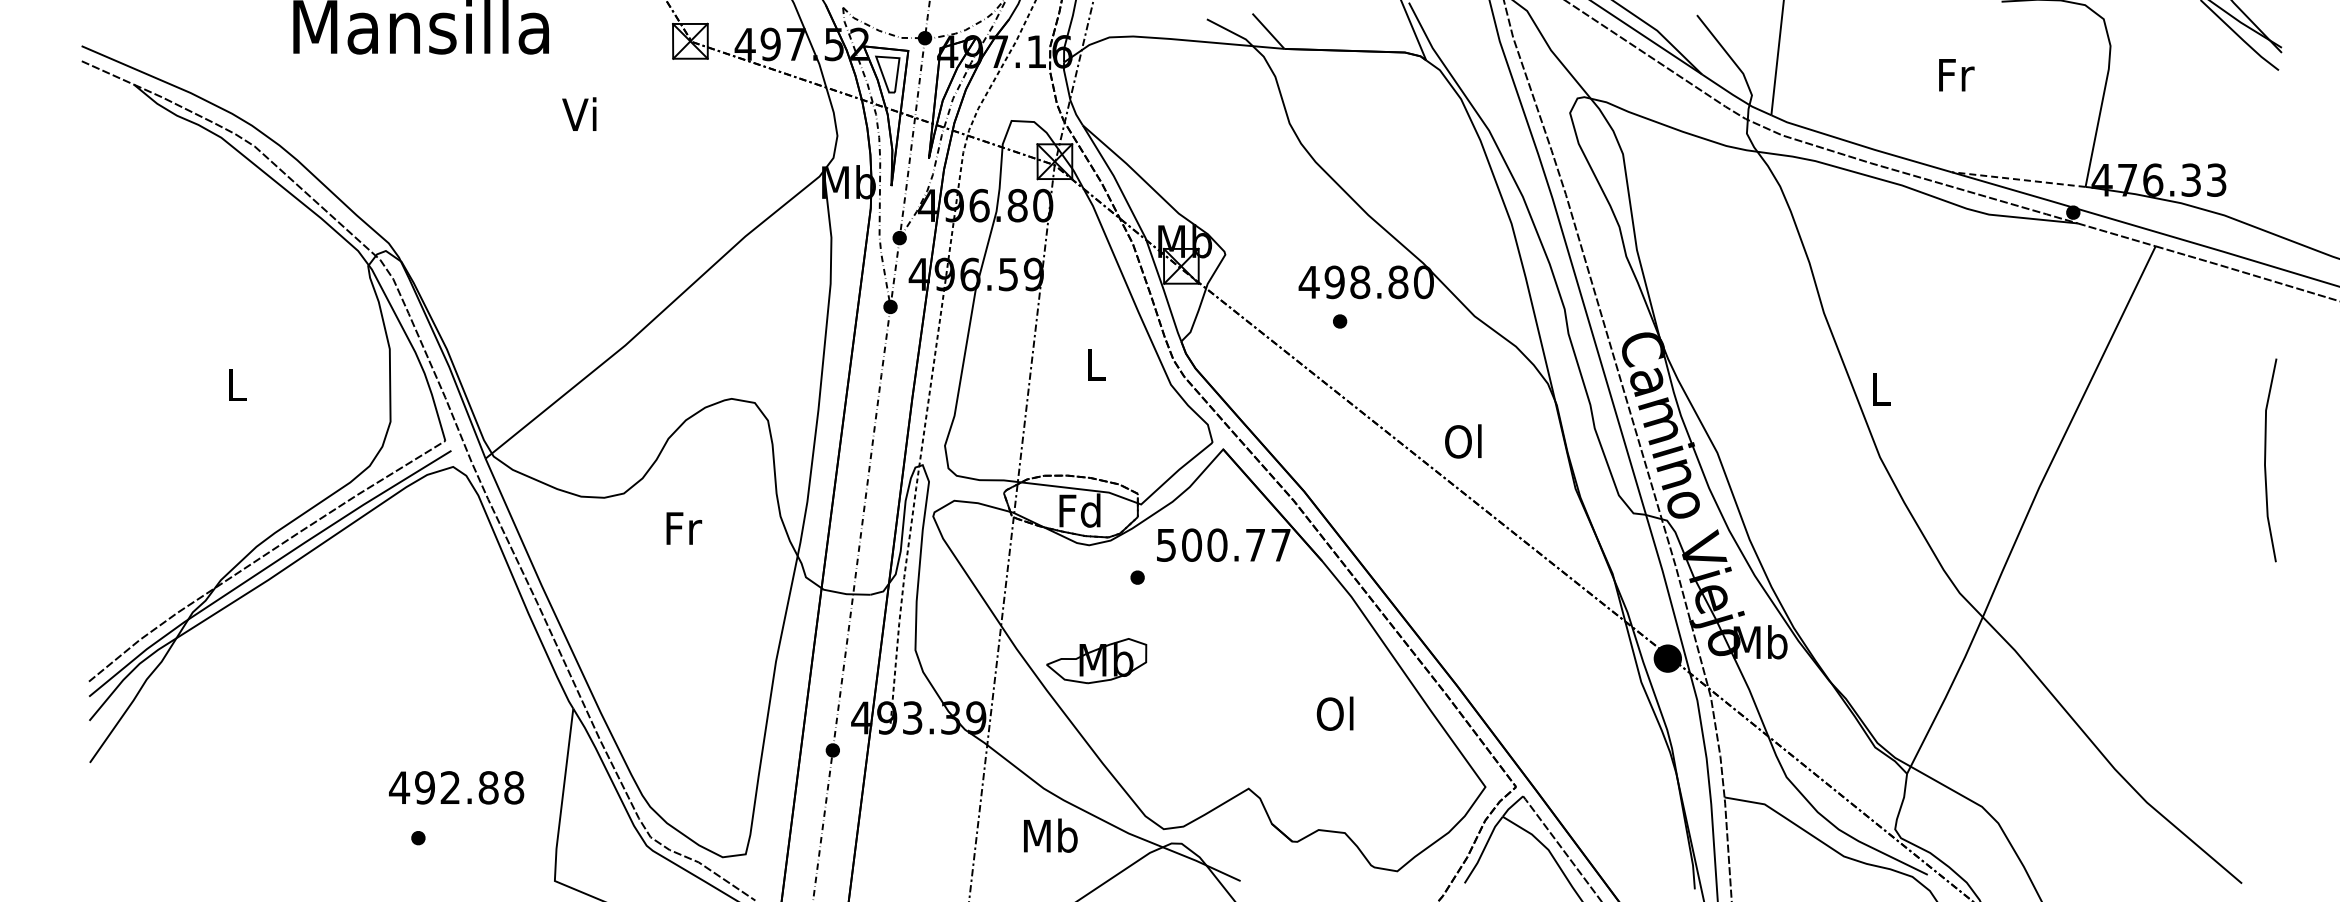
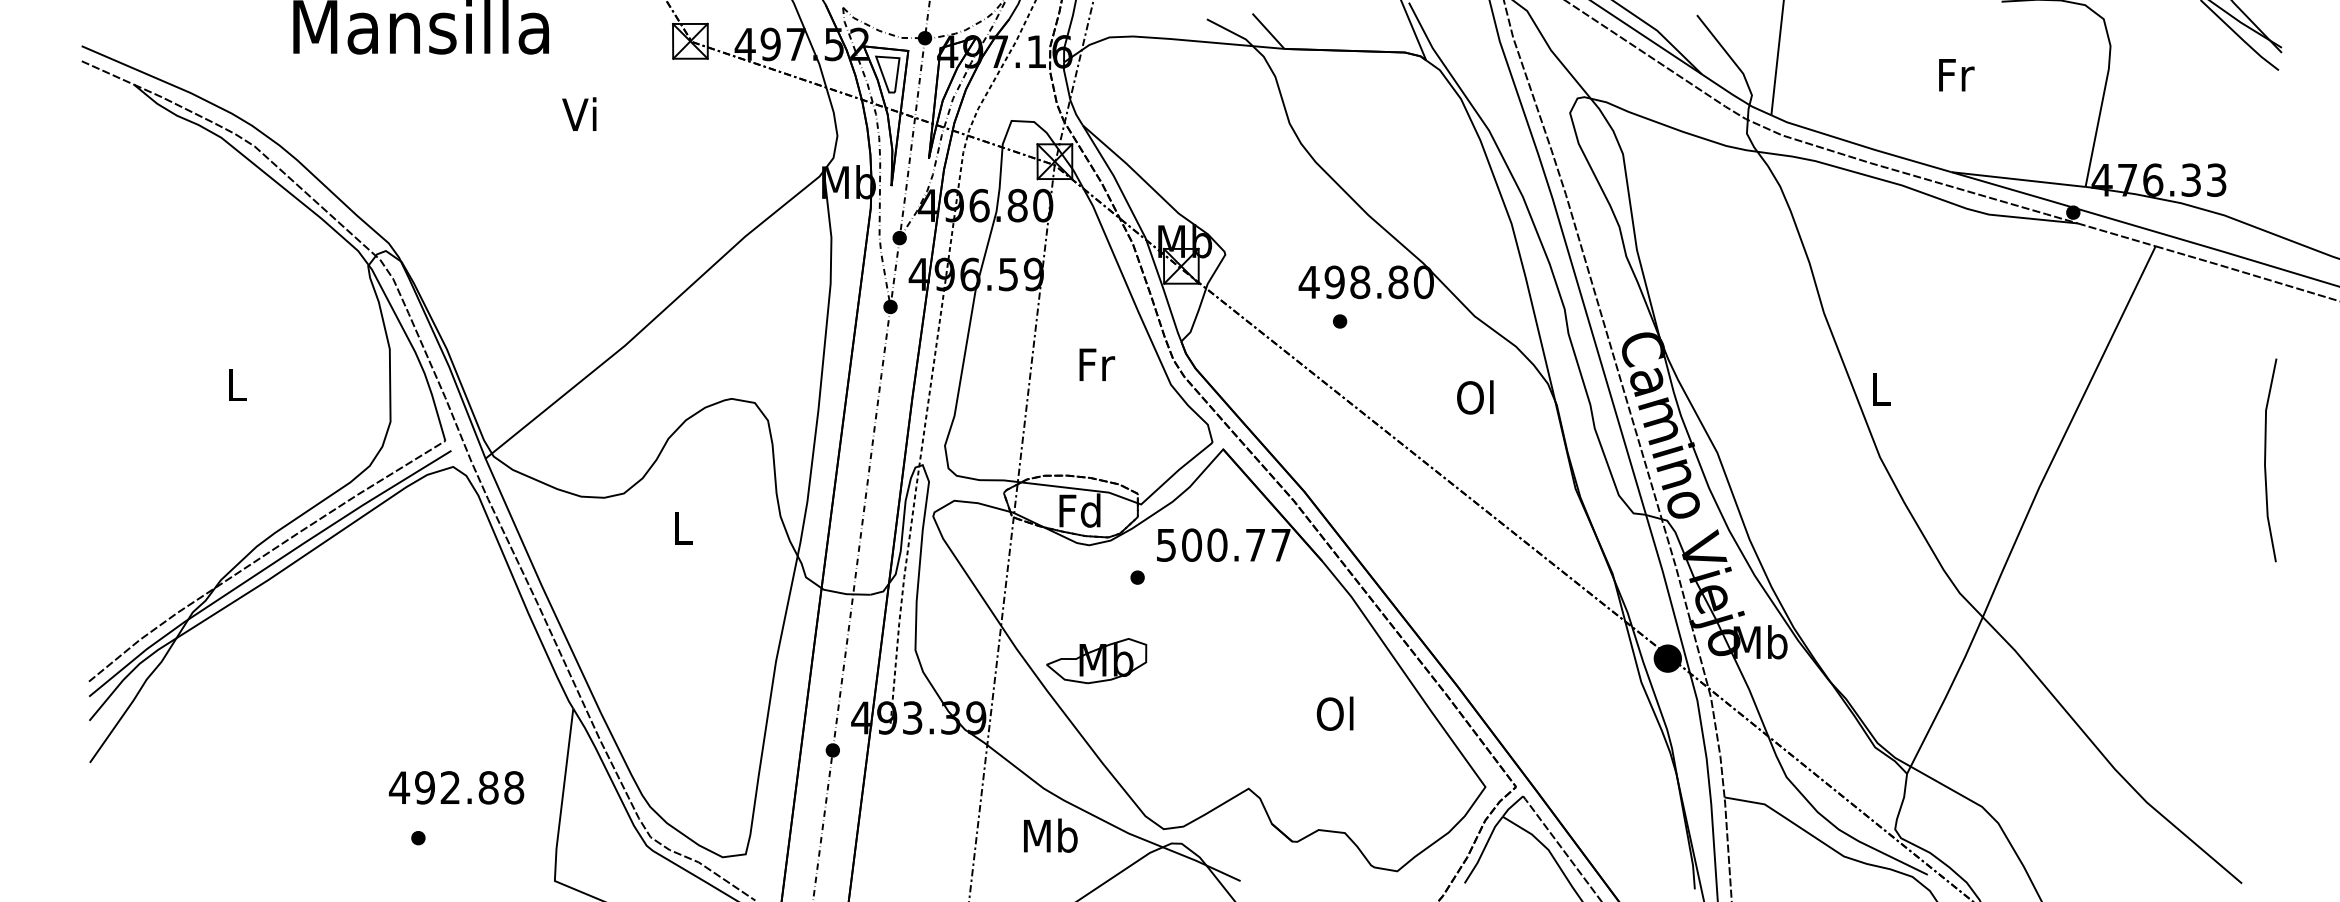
line at (2018, 179): dashed -> solid
text at (1097, 364): L -> Fr
text at (1463, 441) position: (1463, 441) -> (1475, 397)
text at (684, 528): Fr -> L
